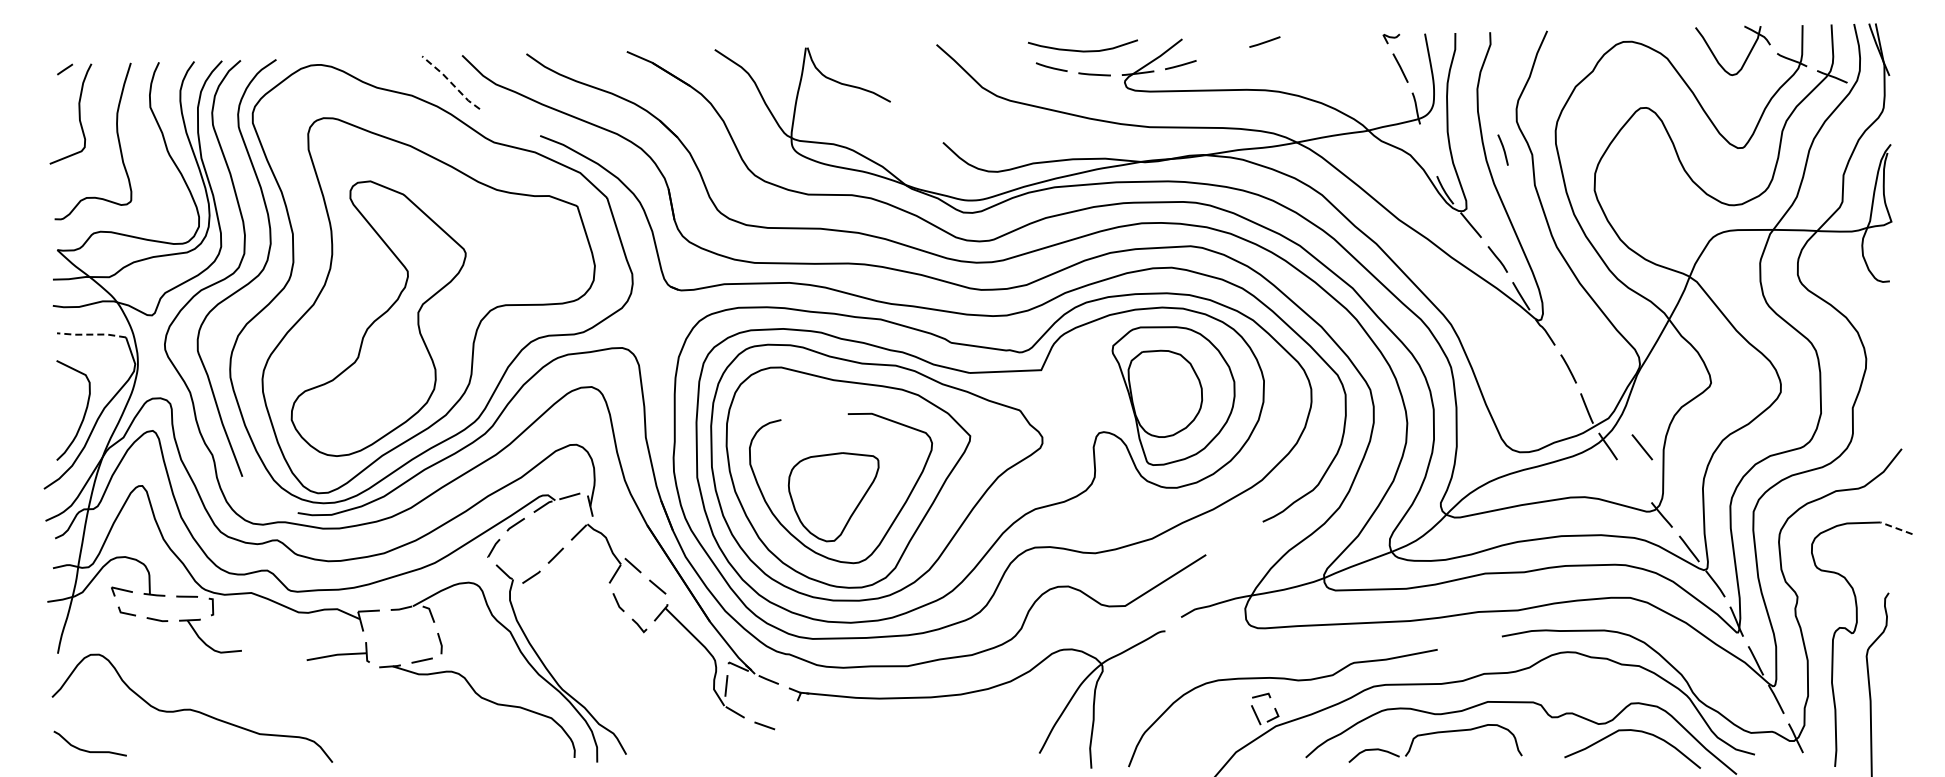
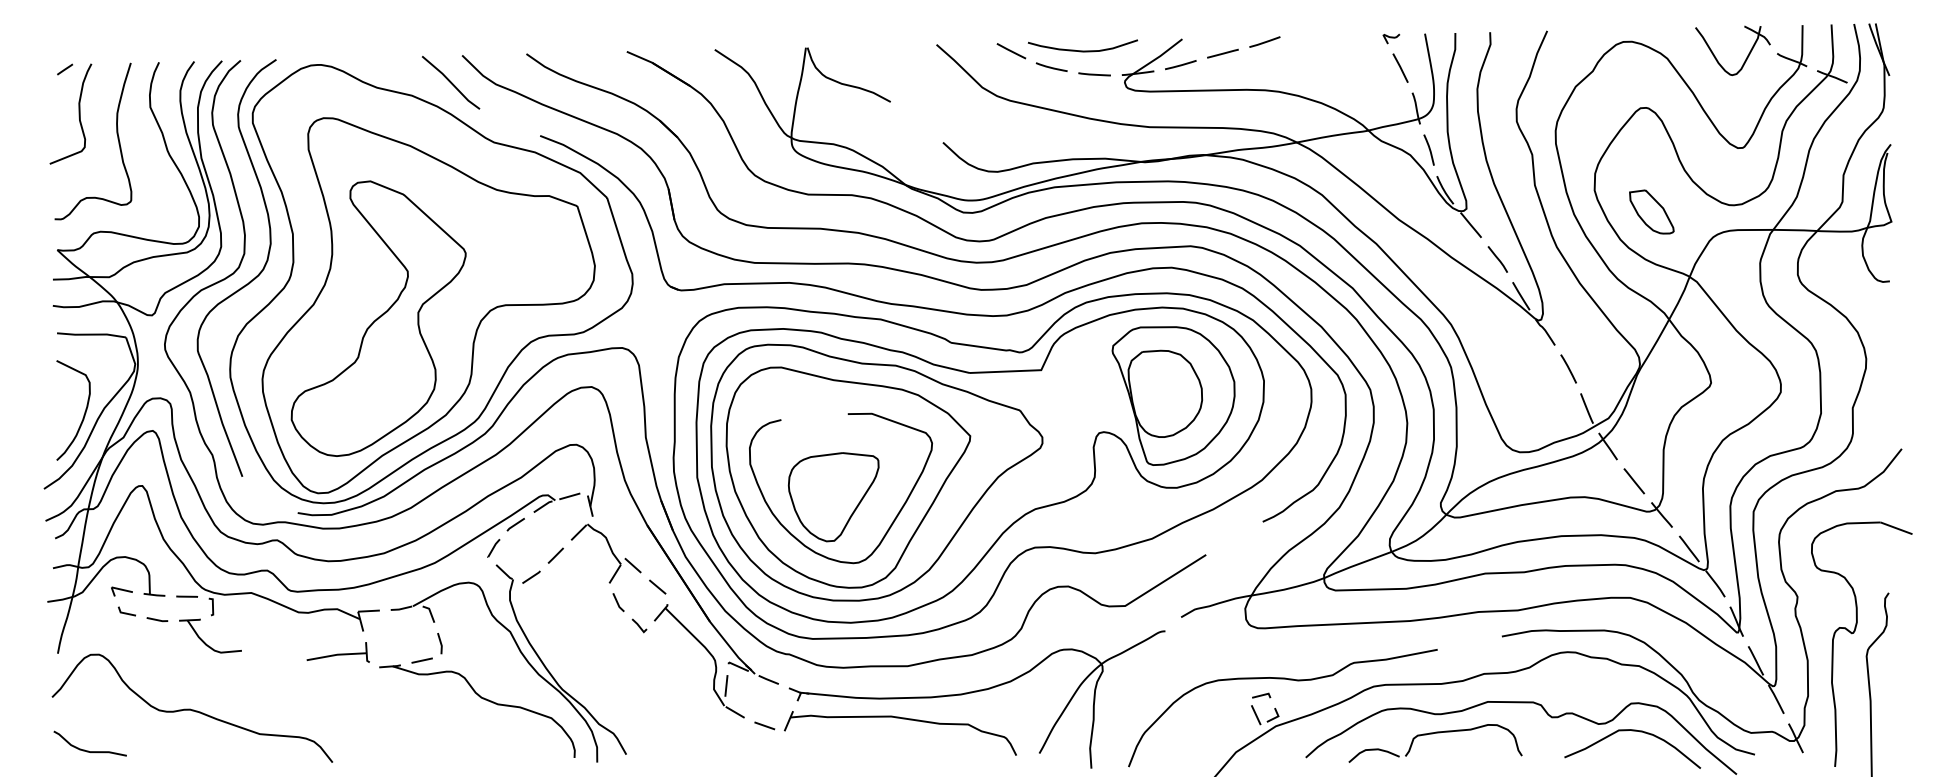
line at (1011, 51): none -> present
line at (1222, 53): none -> present
line at (451, 82): dashed -> solid
curve at (1502, 148) position: (1502, 148) -> (1428, 148)
part at (1651, 211): none -> present
line at (91, 334): dashed -> solid
line at (1642, 447) position: (1642, 447) -> (1634, 481)
line at (1896, 528): dashed -> solid
part at (902, 719): none -> present
